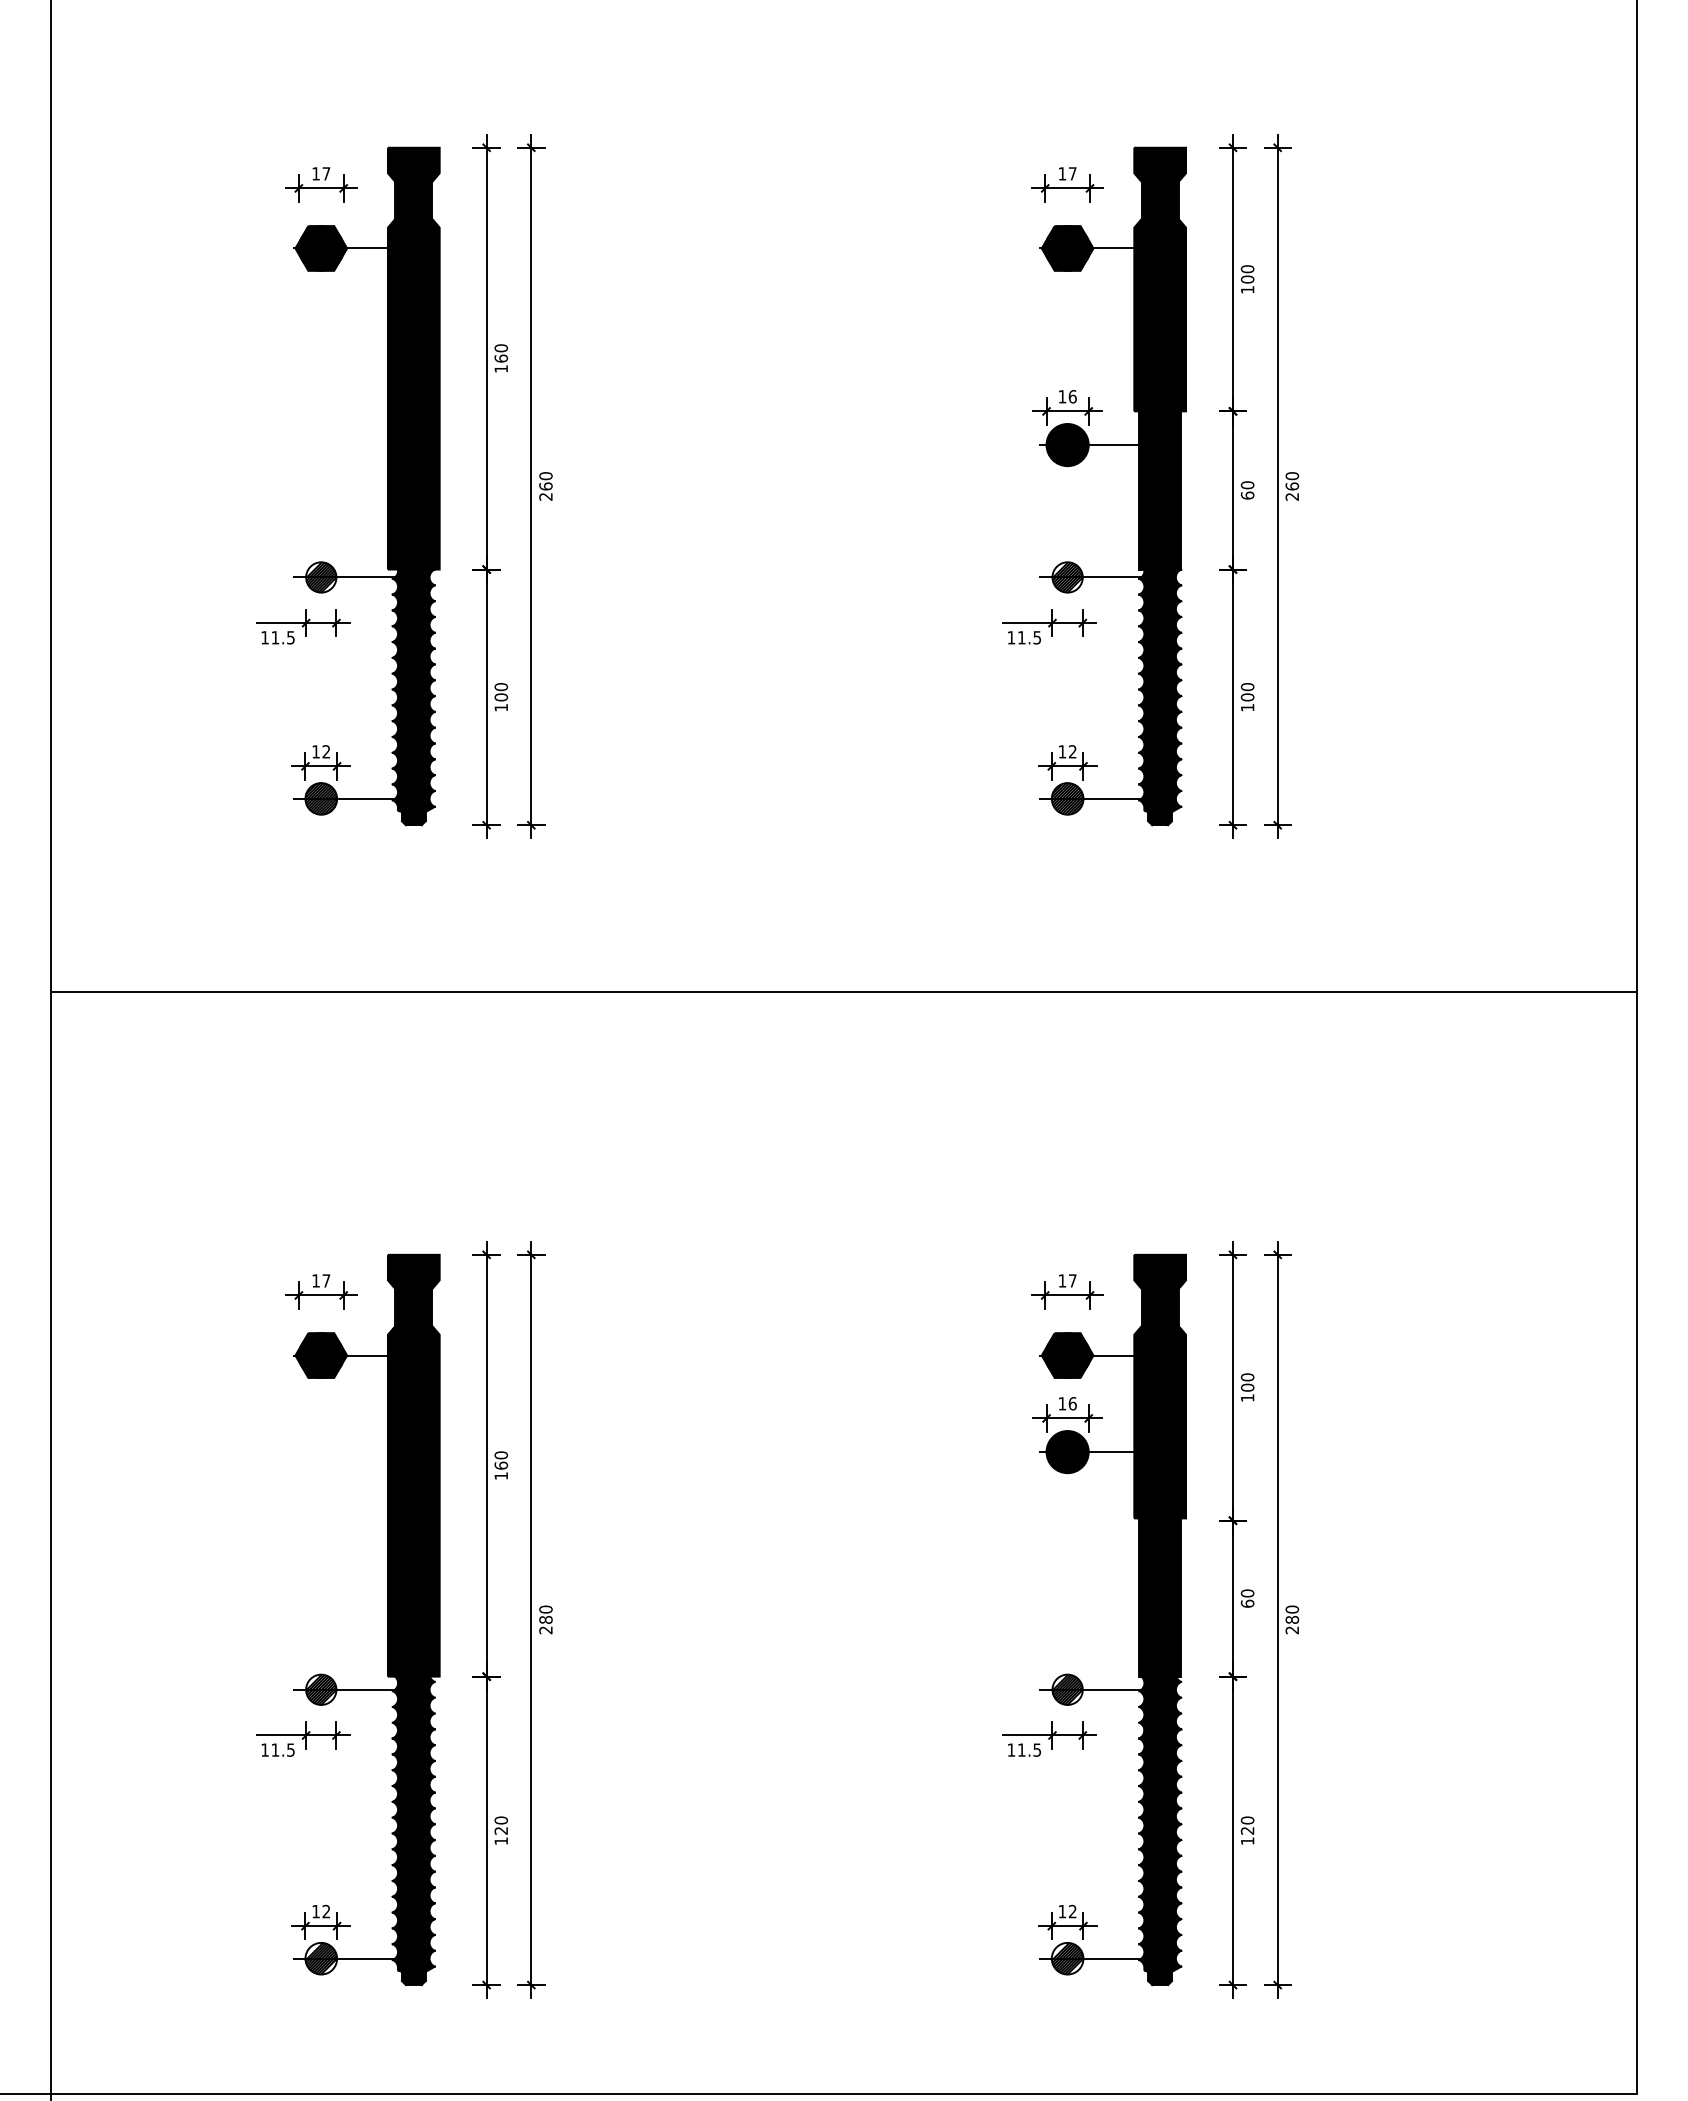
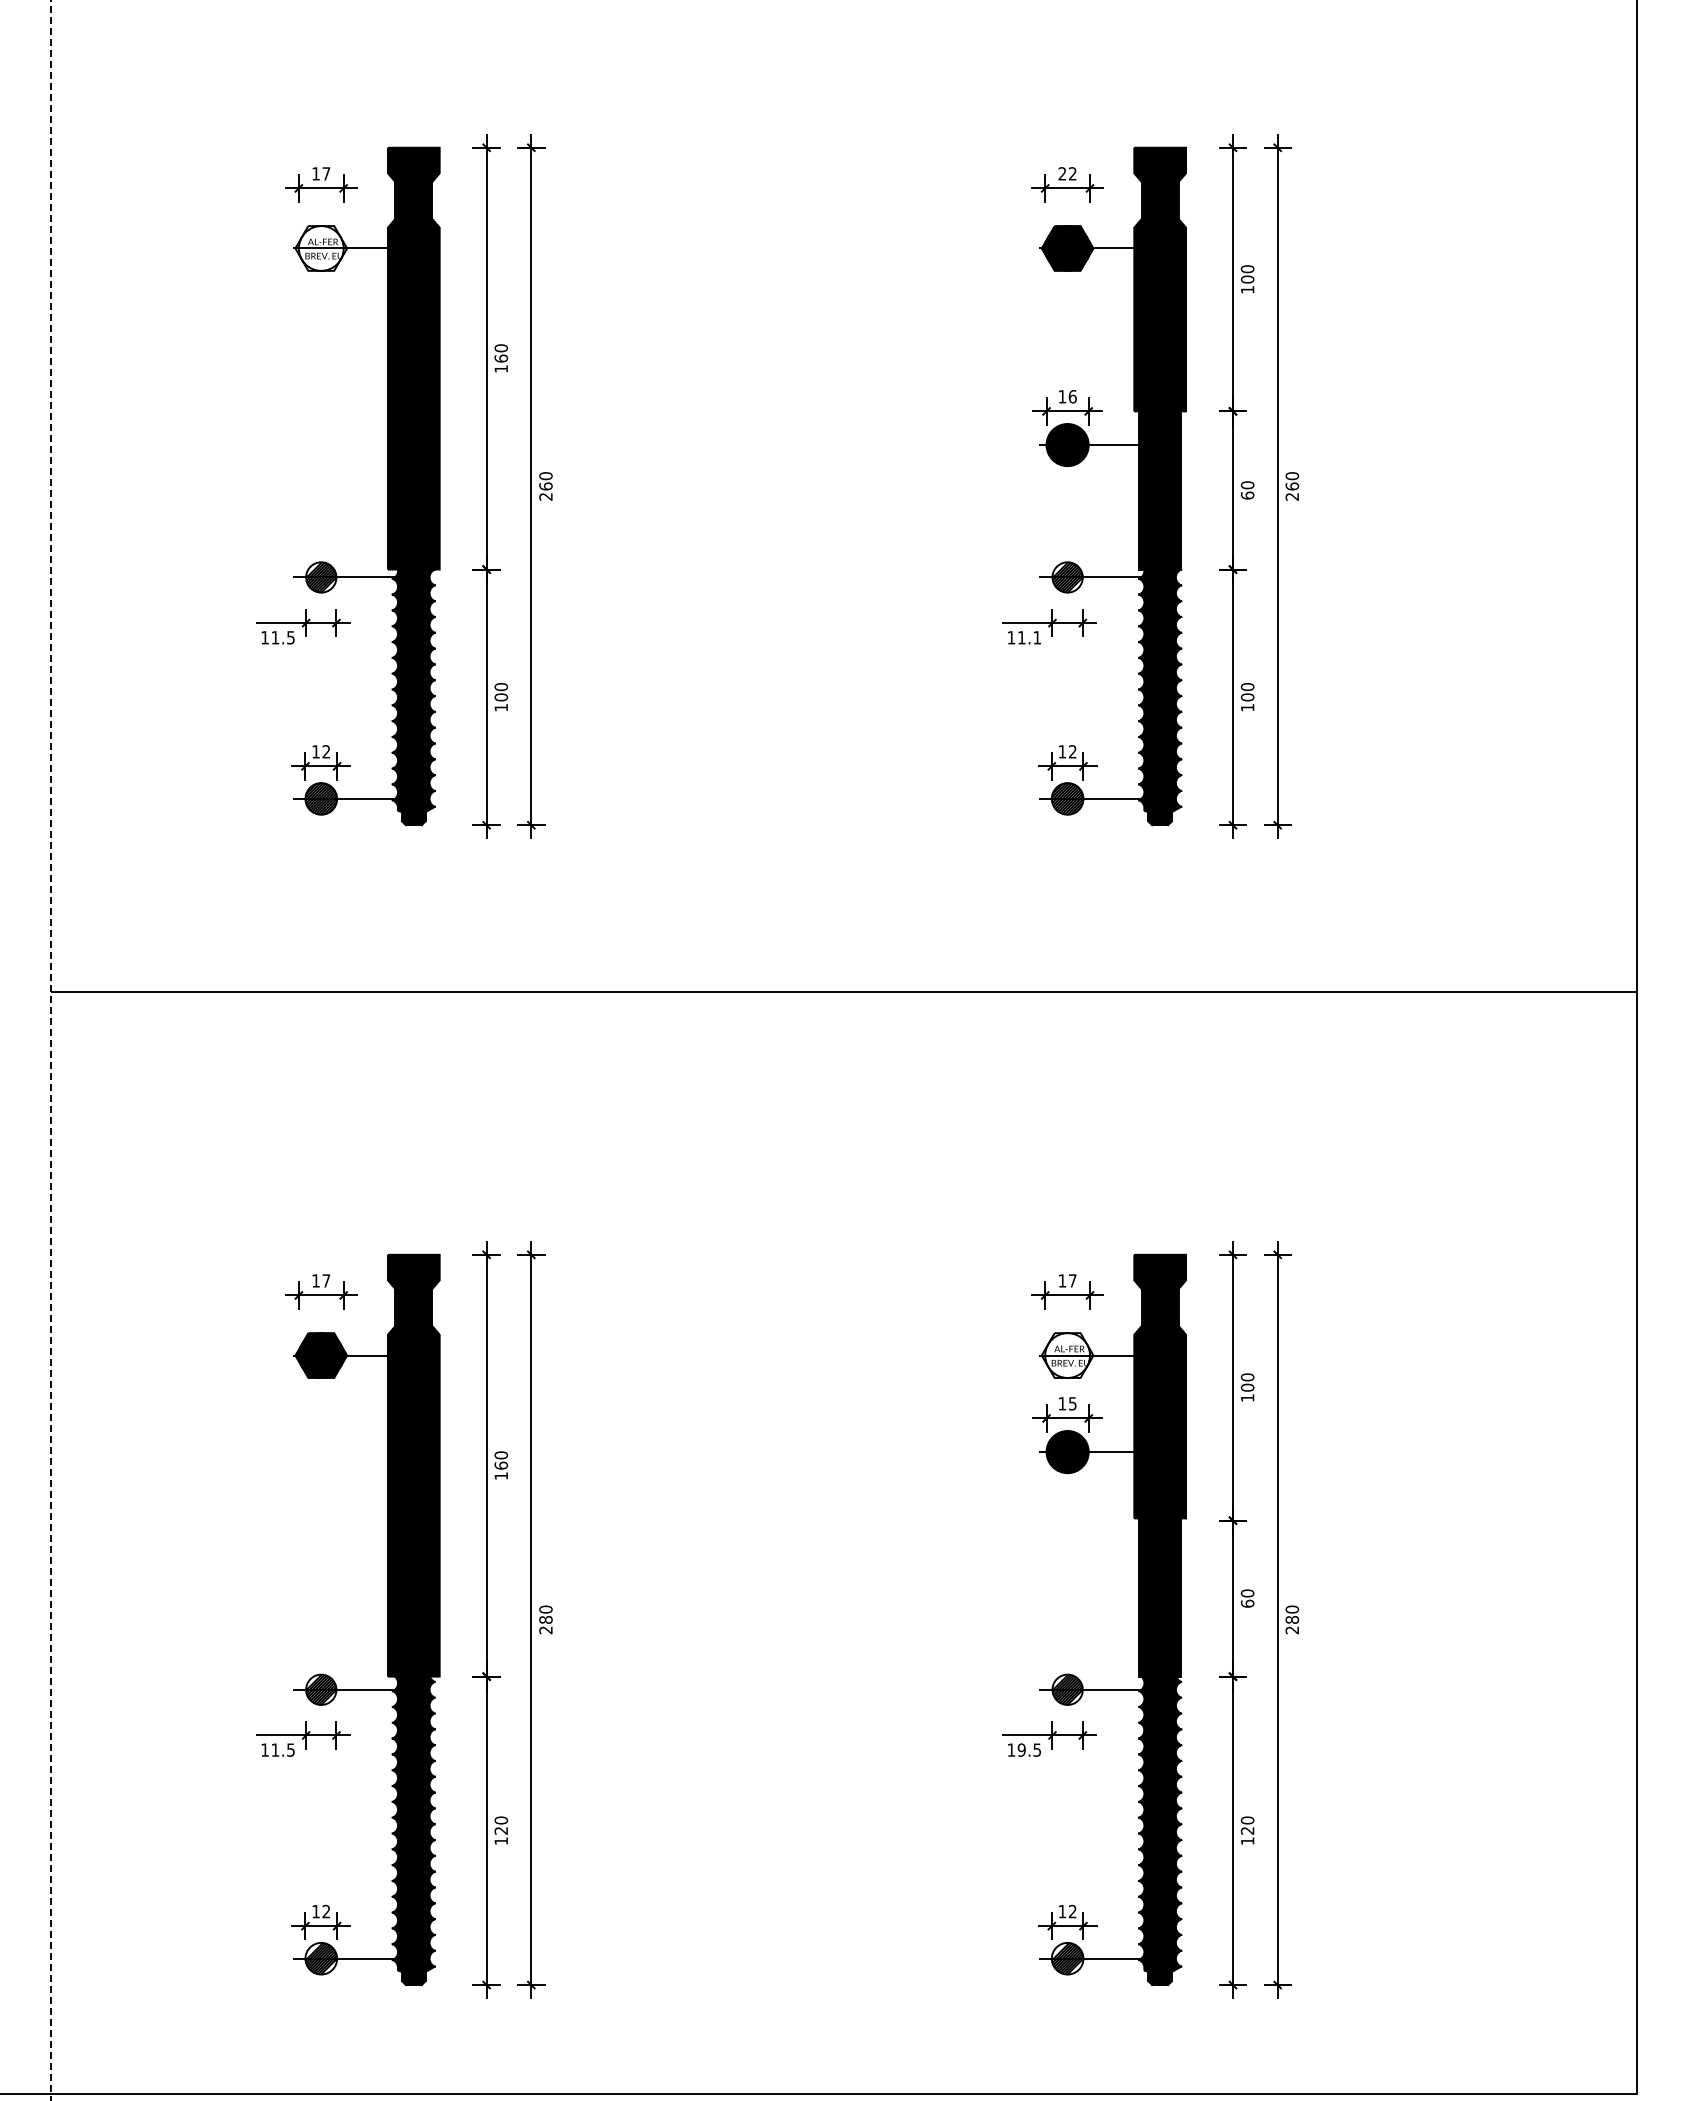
text at (1067, 173): 17 -> 22
fill at (321, 248): present -> none
text at (1036, 637): 11.5 -> 11.1
line at (50, 1051): solid -> dashed
fill at (1067, 1355): present -> none
text at (1072, 1403): 16 -> 15
text at (1021, 1749): 11.5 -> 19.5
